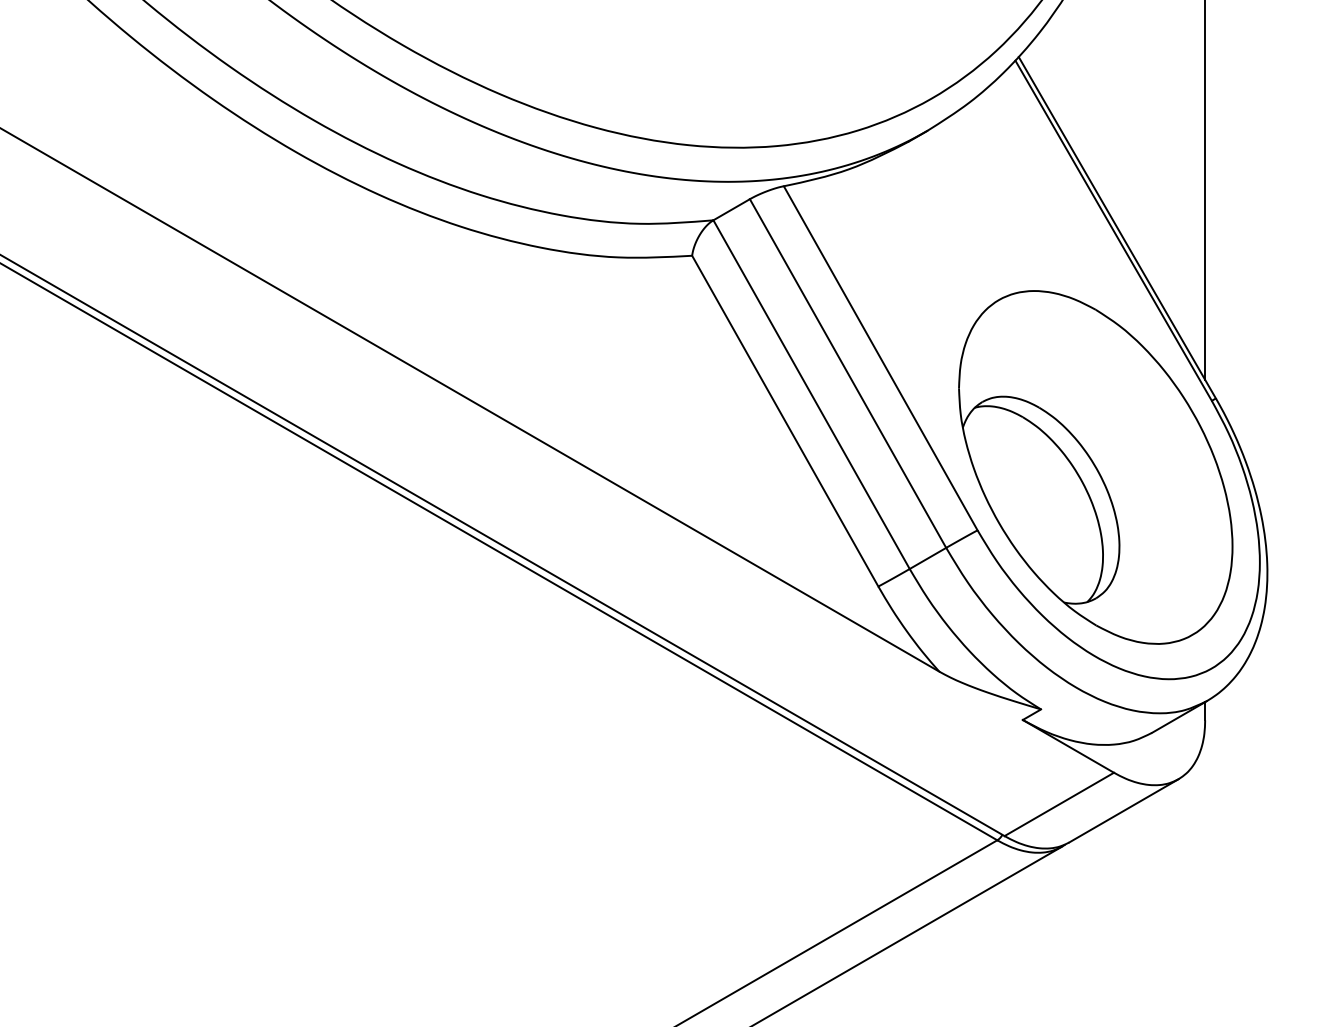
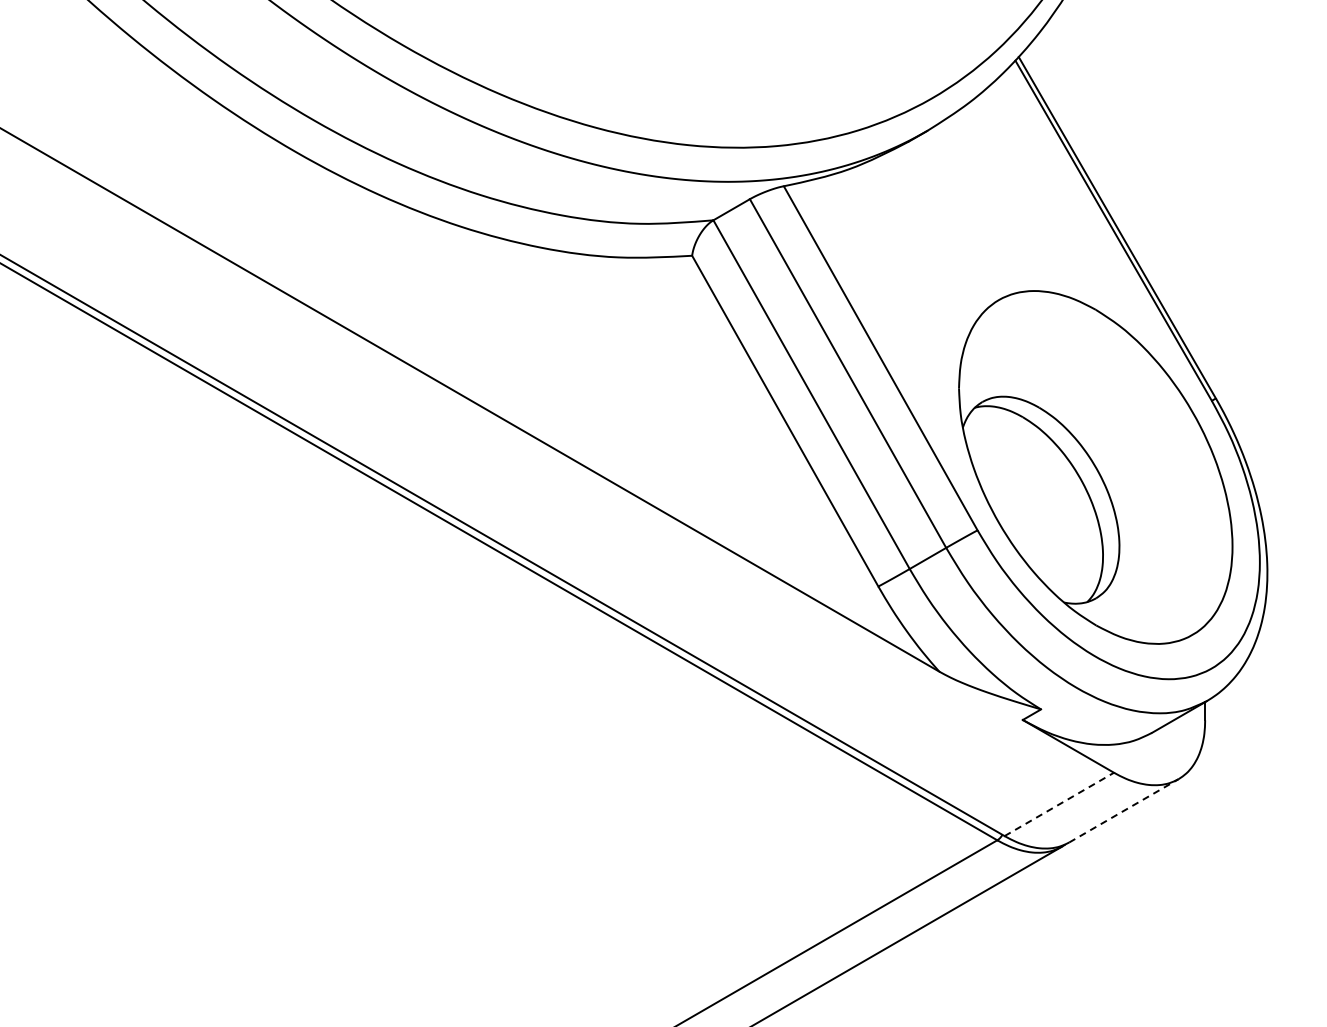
line at (1205, 190): present -> none
line at (1059, 804): solid -> dashed
line at (1124, 810): solid -> dashed
